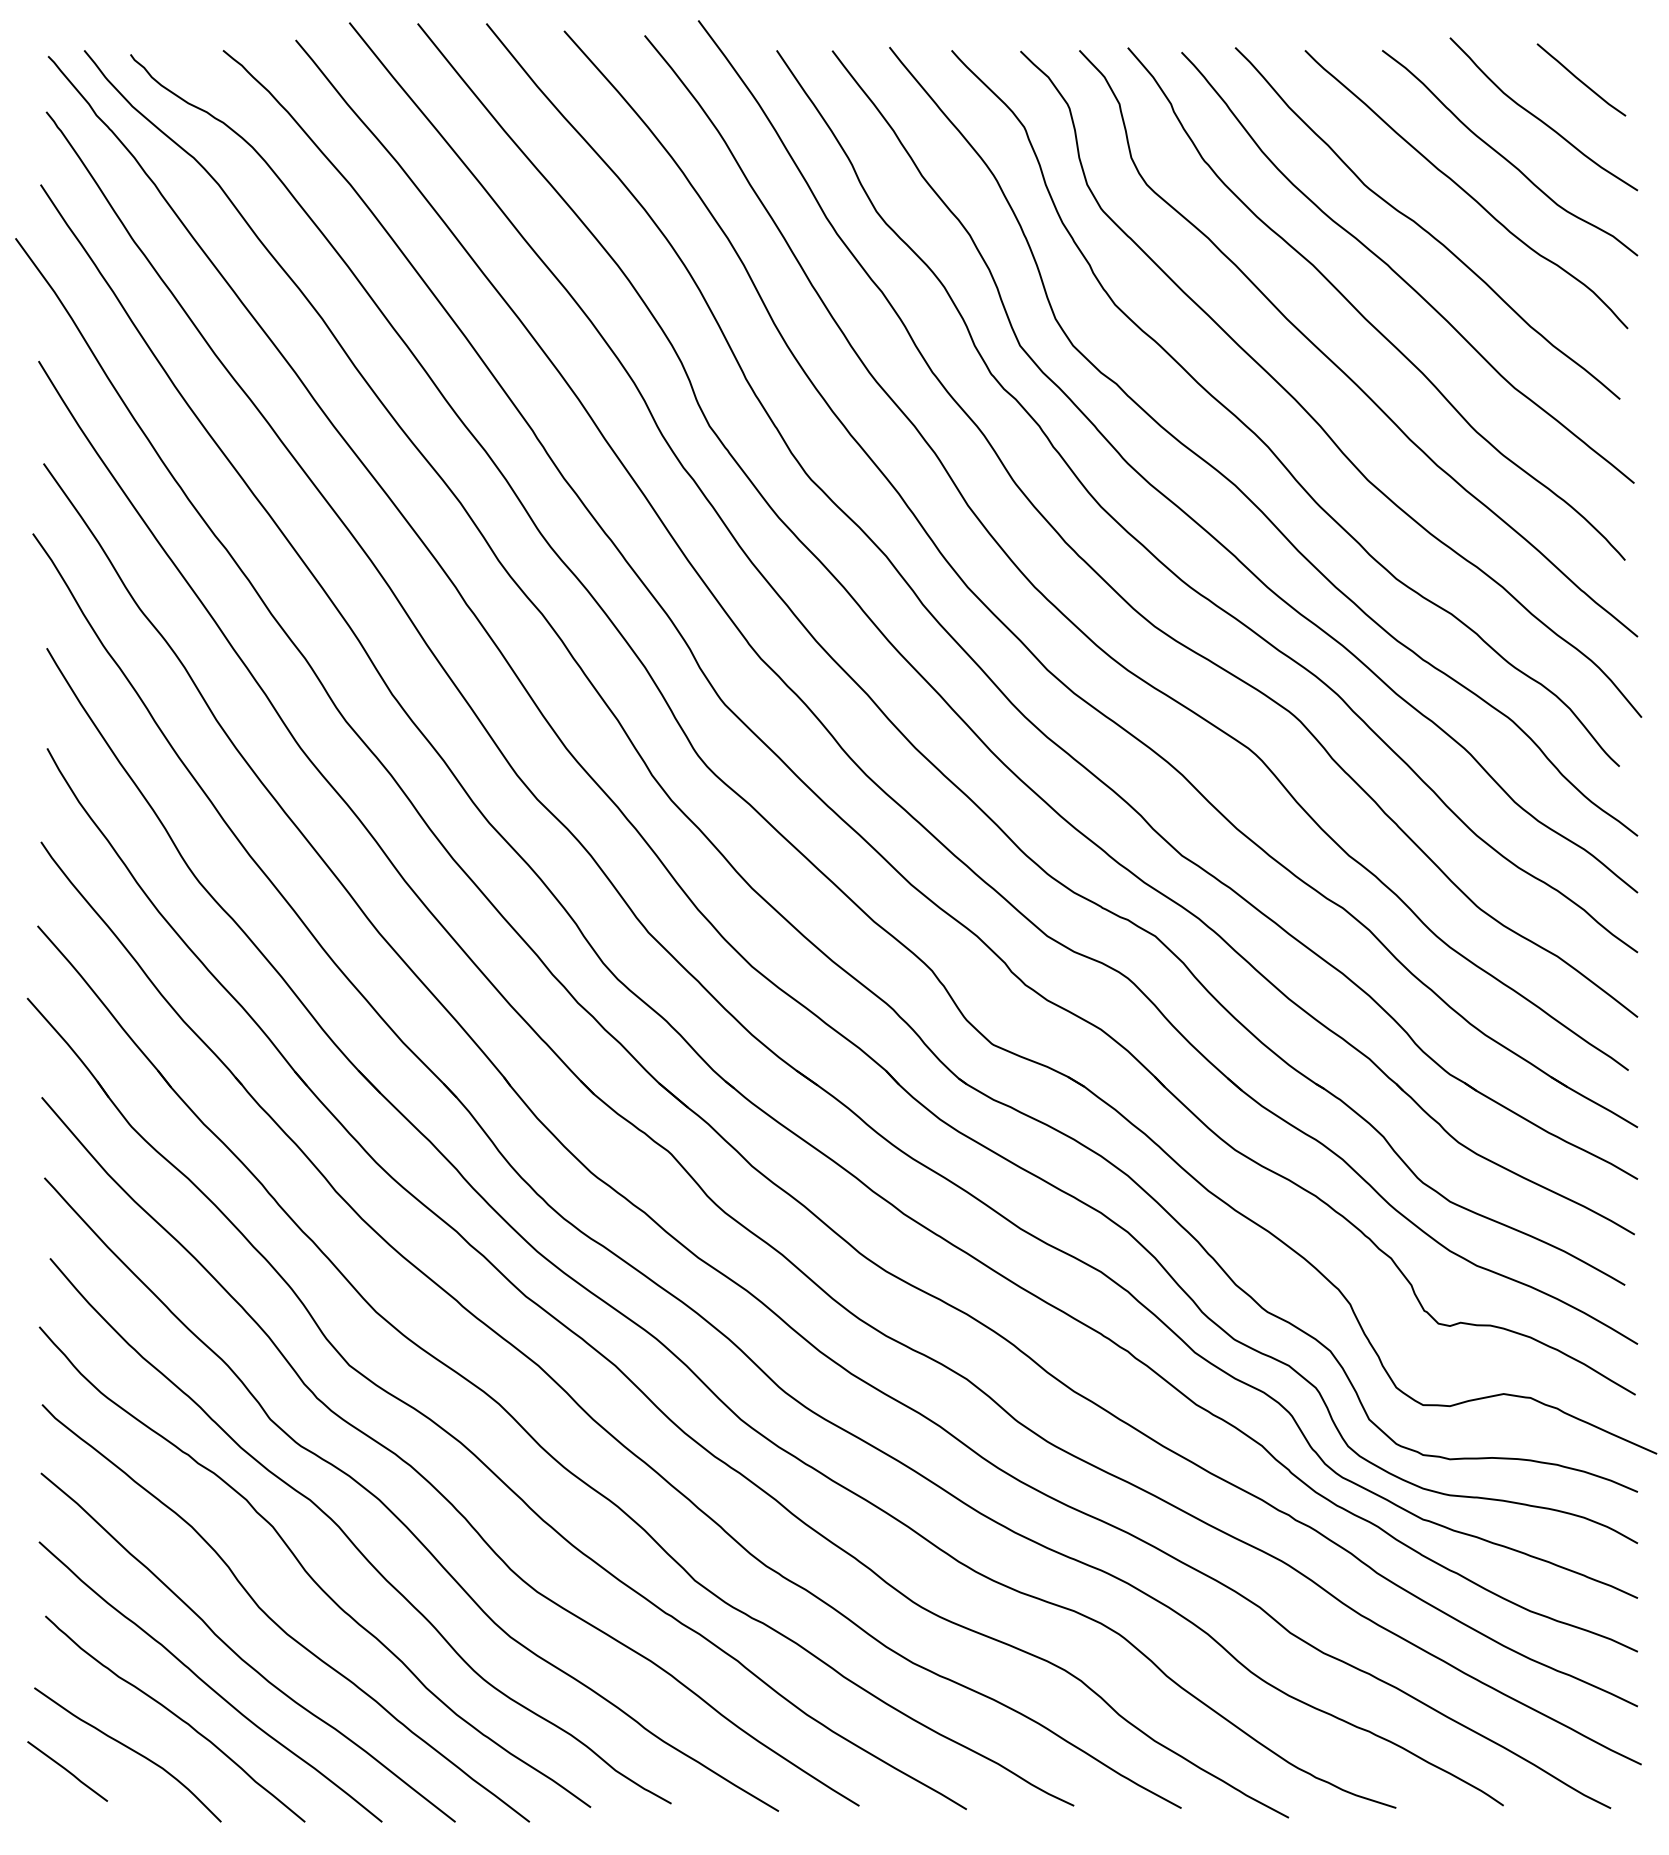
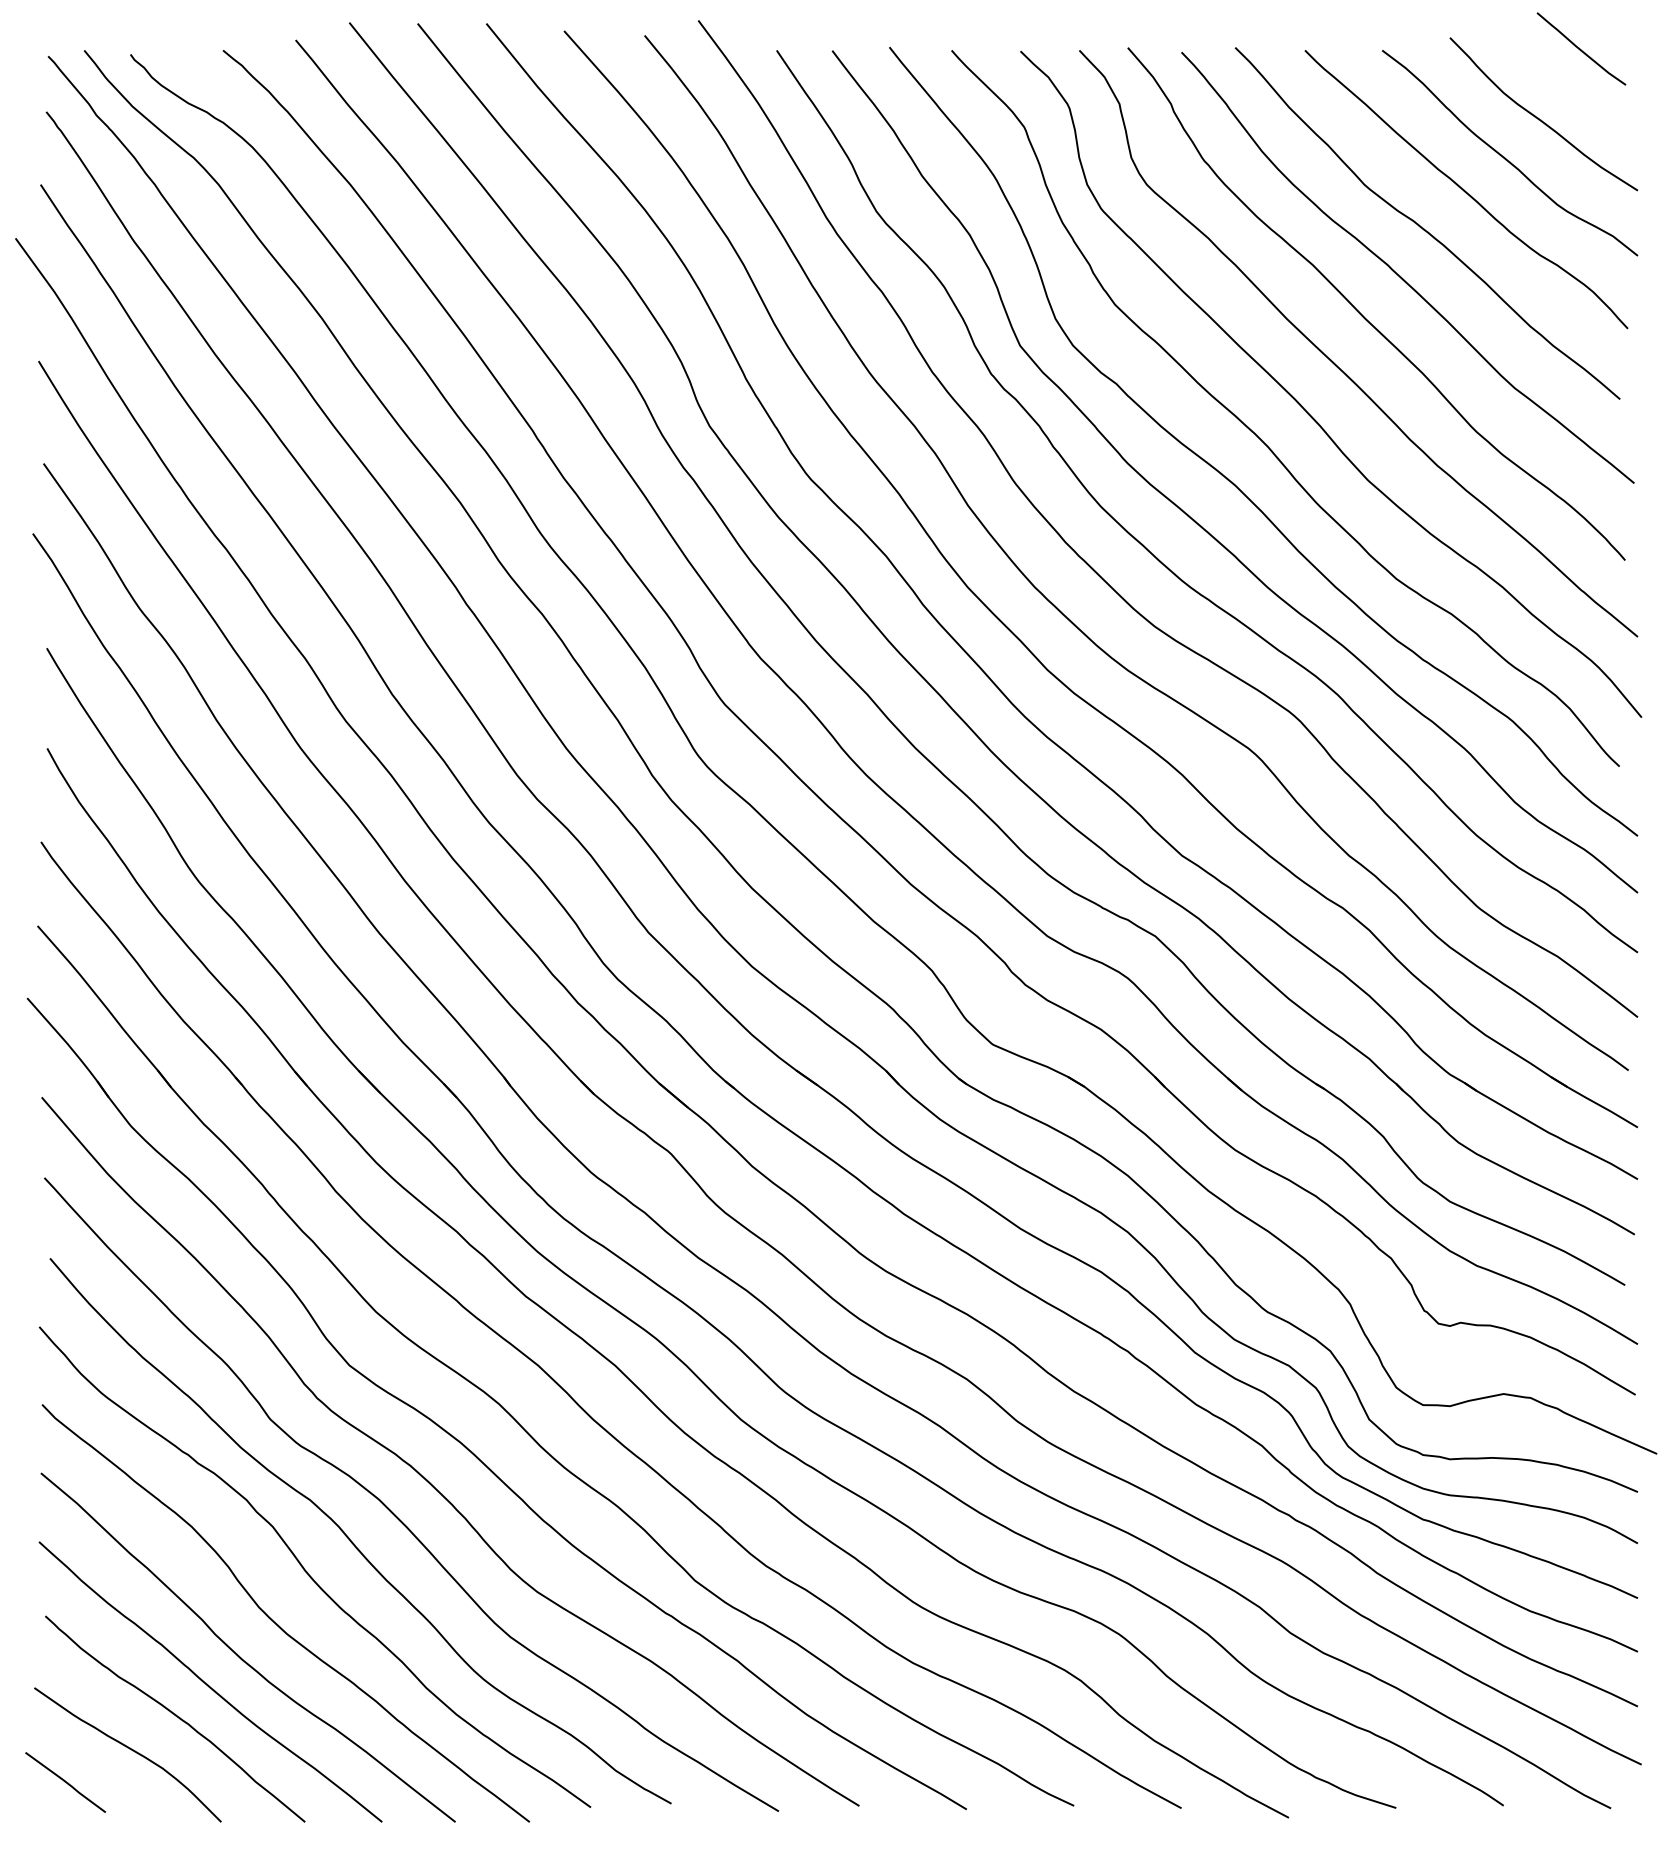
curve at (1580, 79) position: (1580, 79) -> (1580, 48)
line at (67, 1771) position: (67, 1771) -> (65, 1782)
